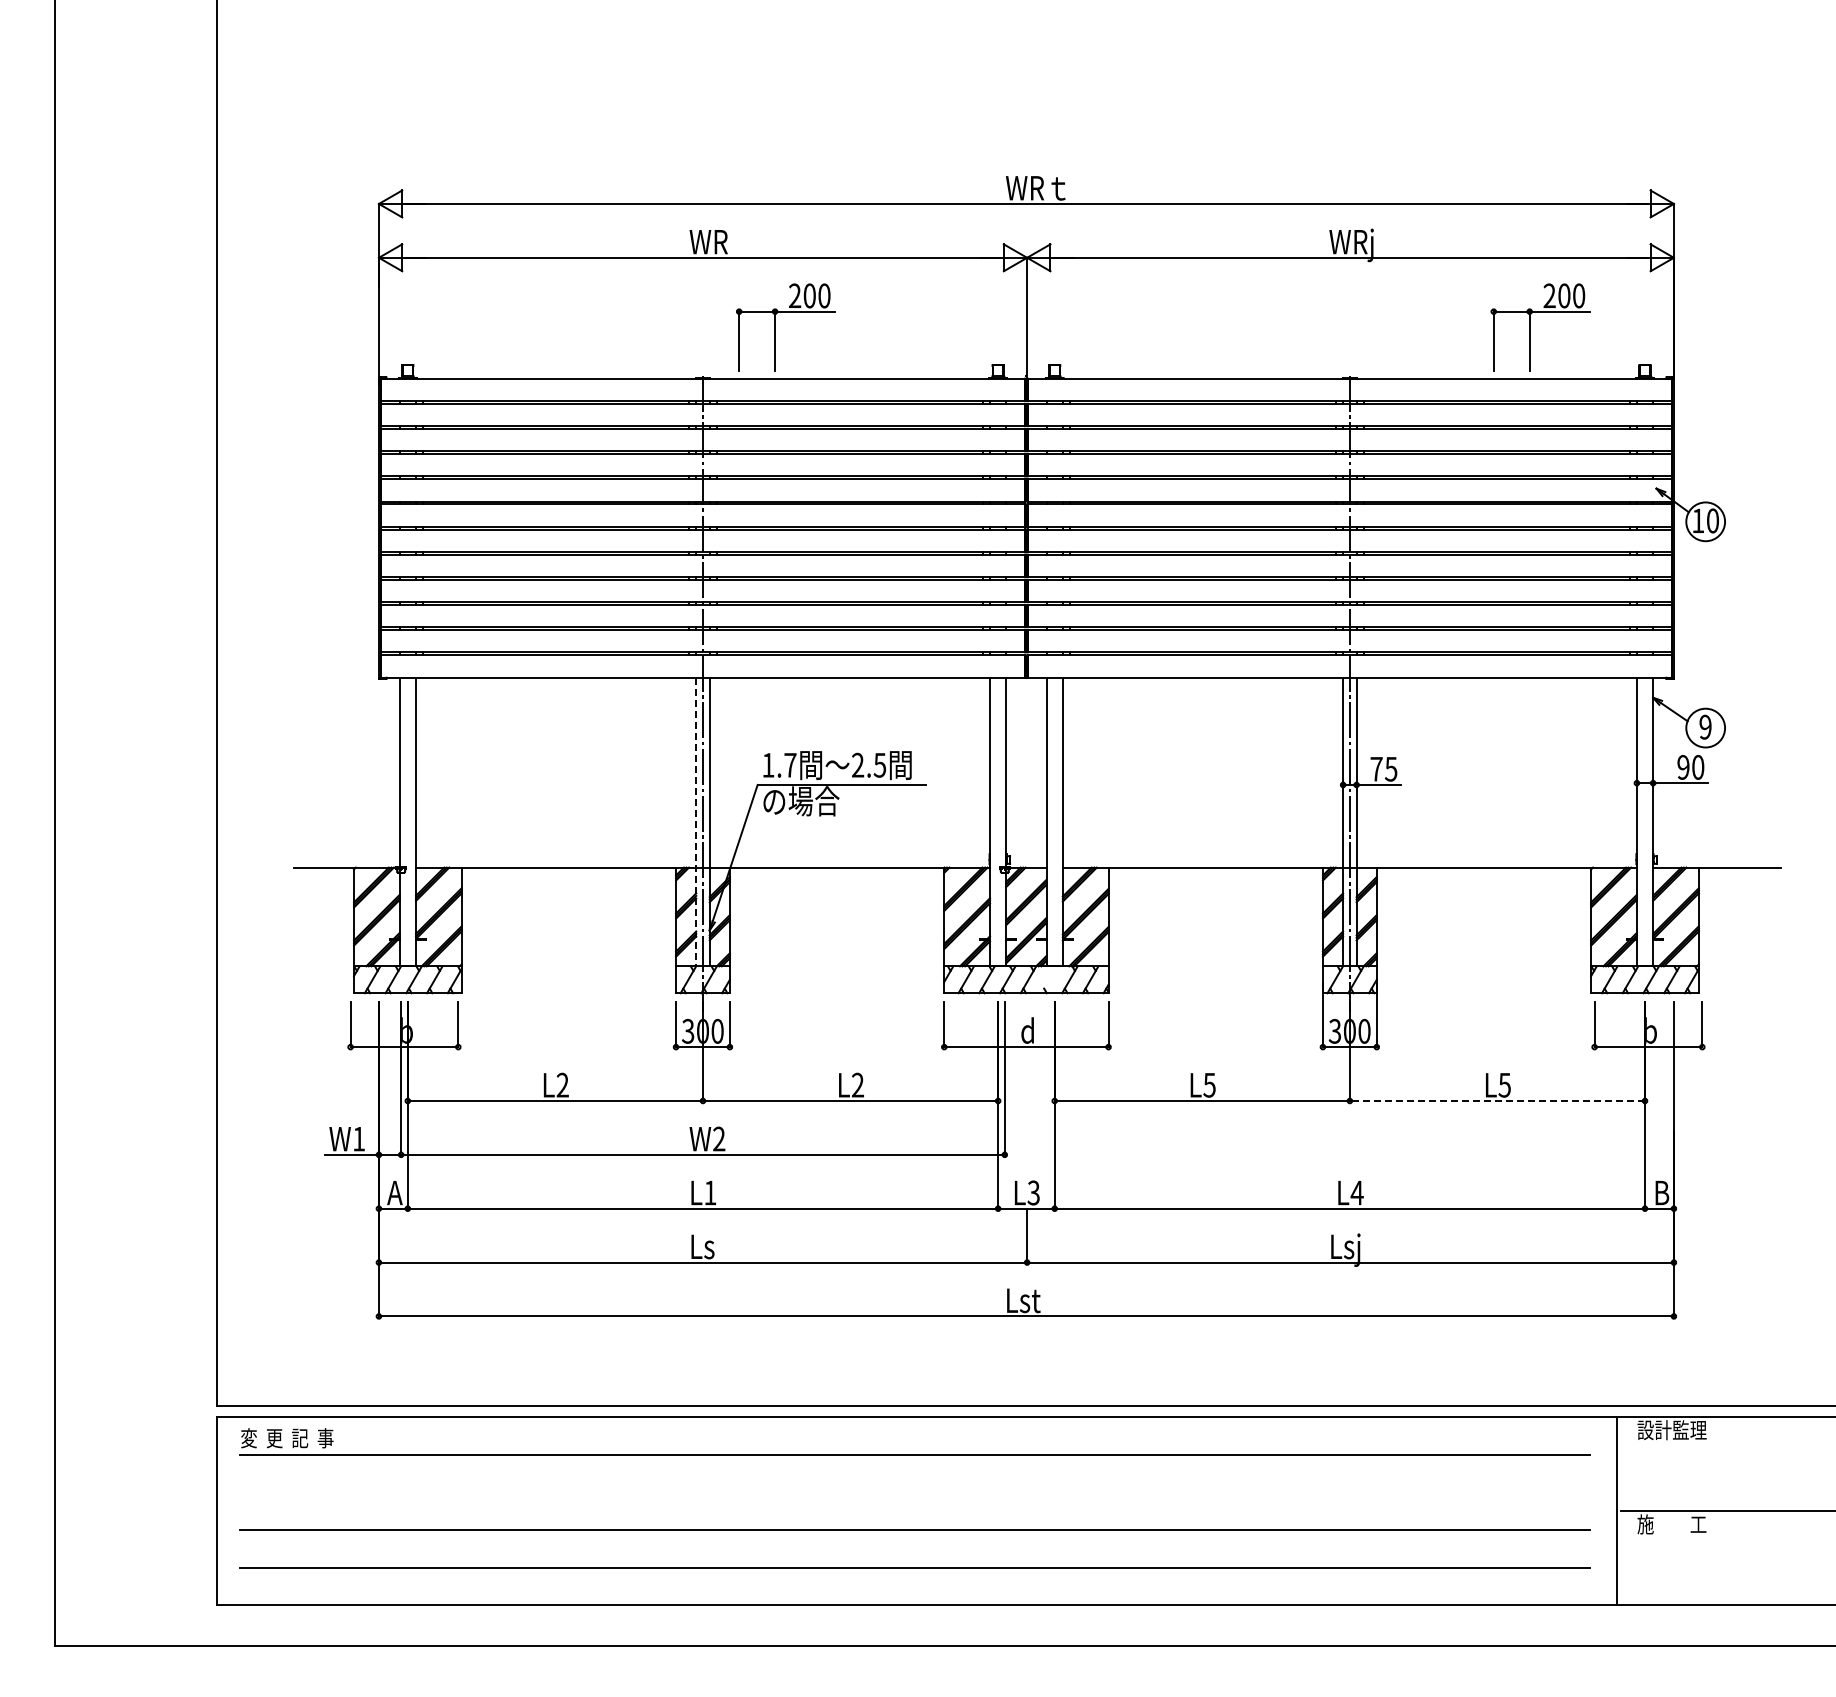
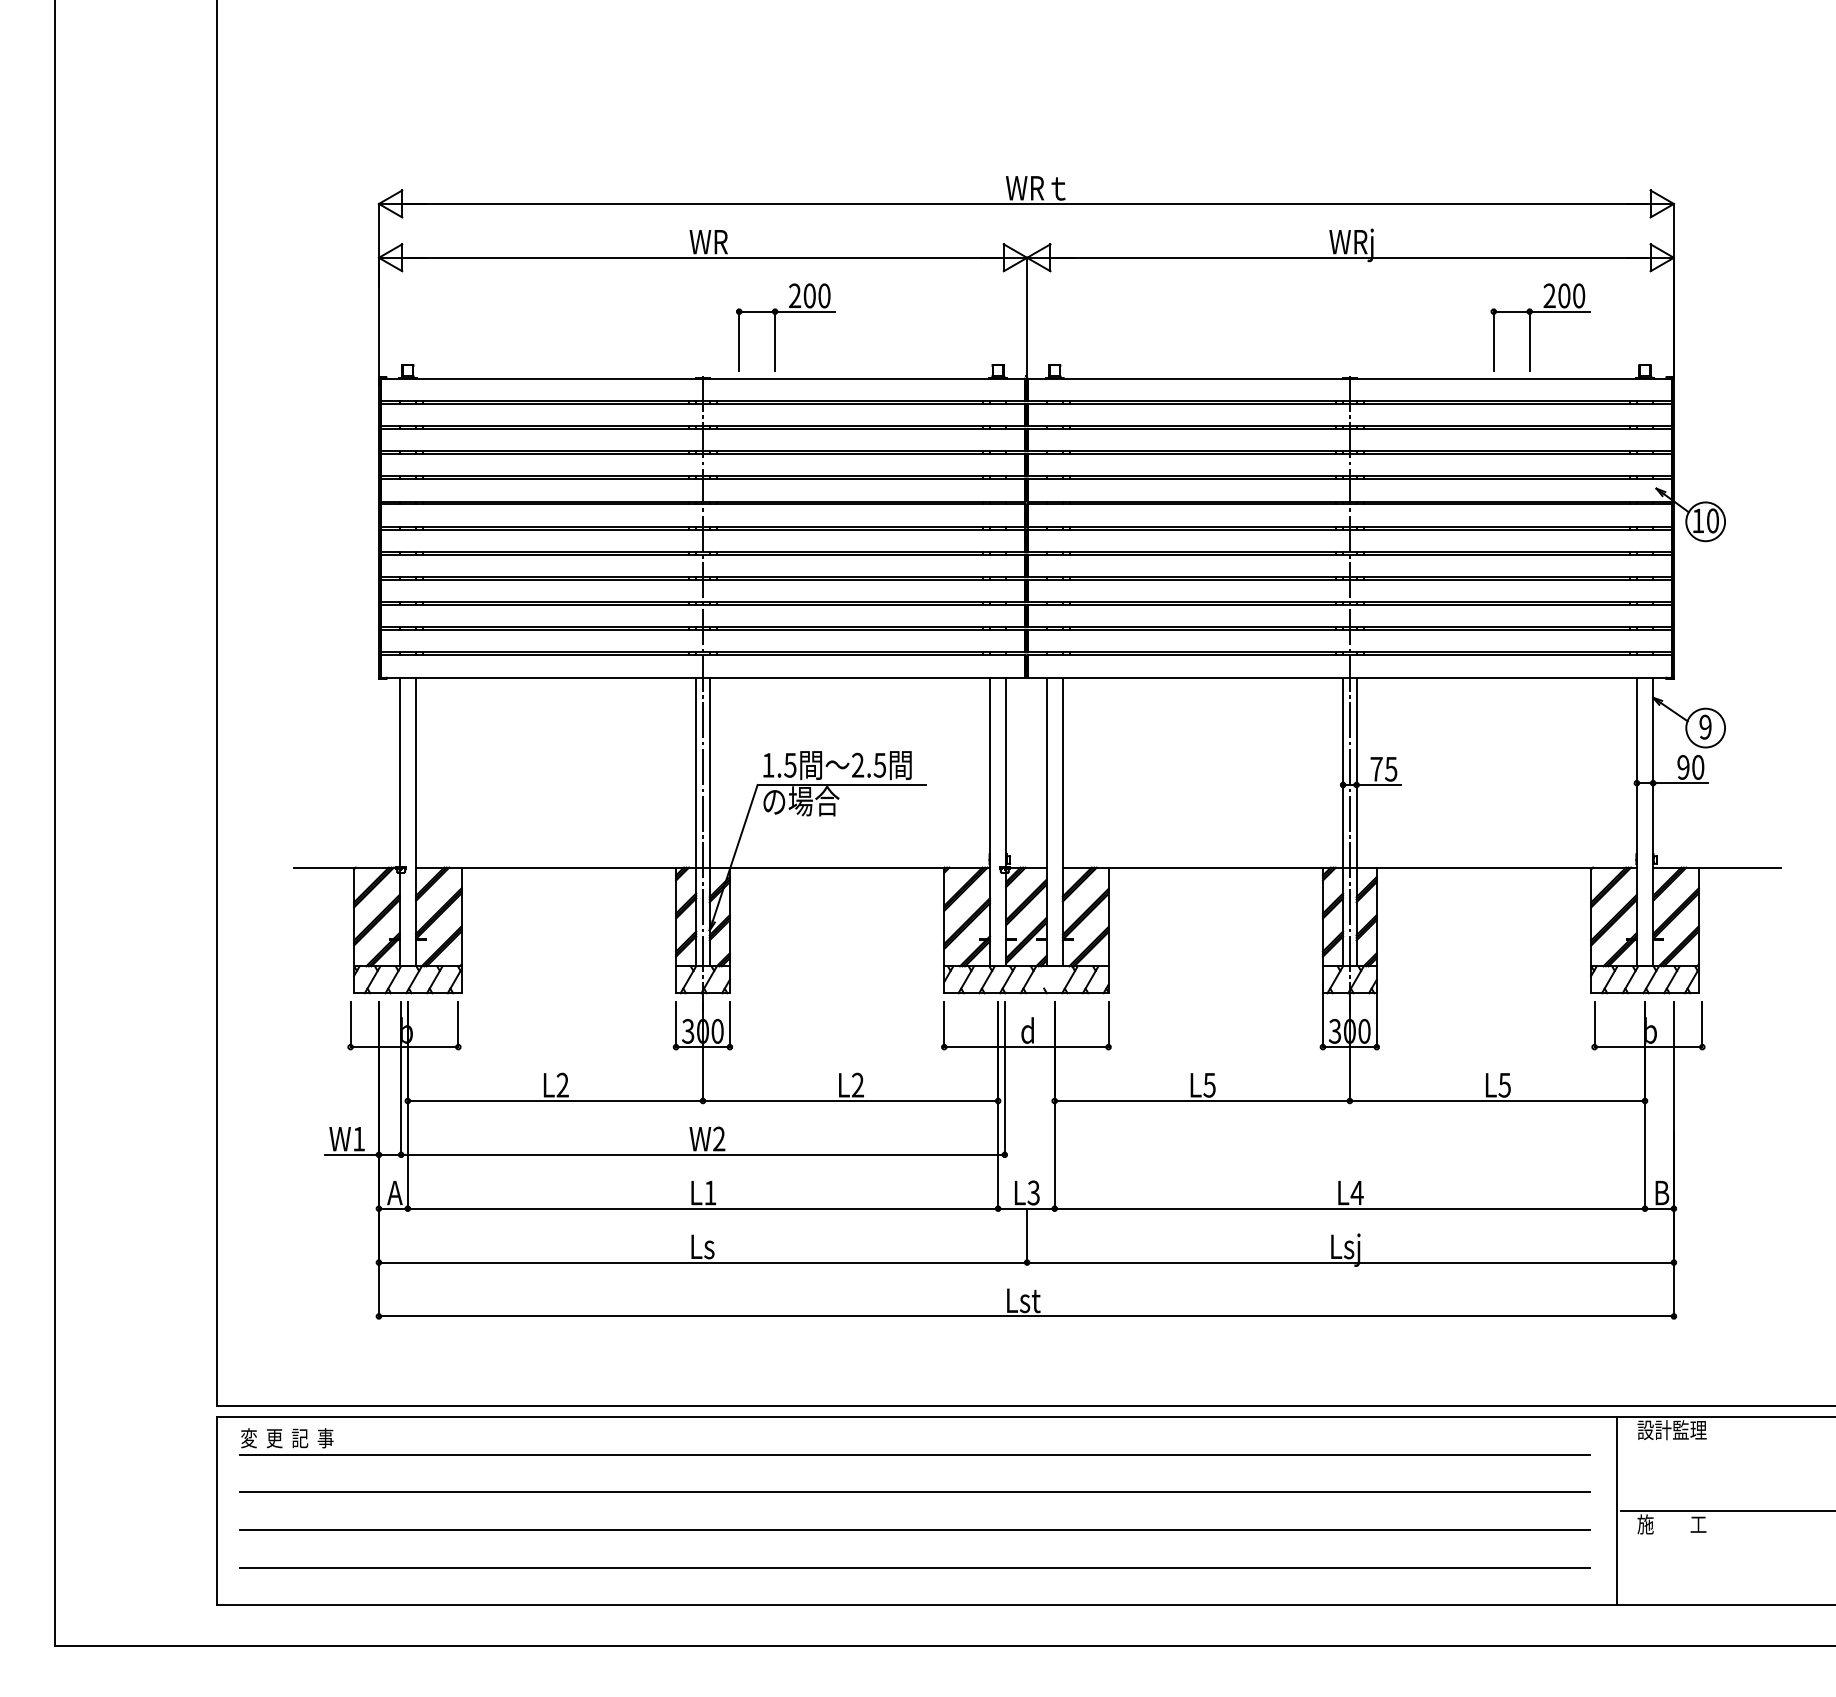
text at (790, 765): 1.7 -> 1.5
line at (696, 822): dashed -> solid
line at (1497, 1100): dashed -> solid
line at (914, 1492): none -> present
